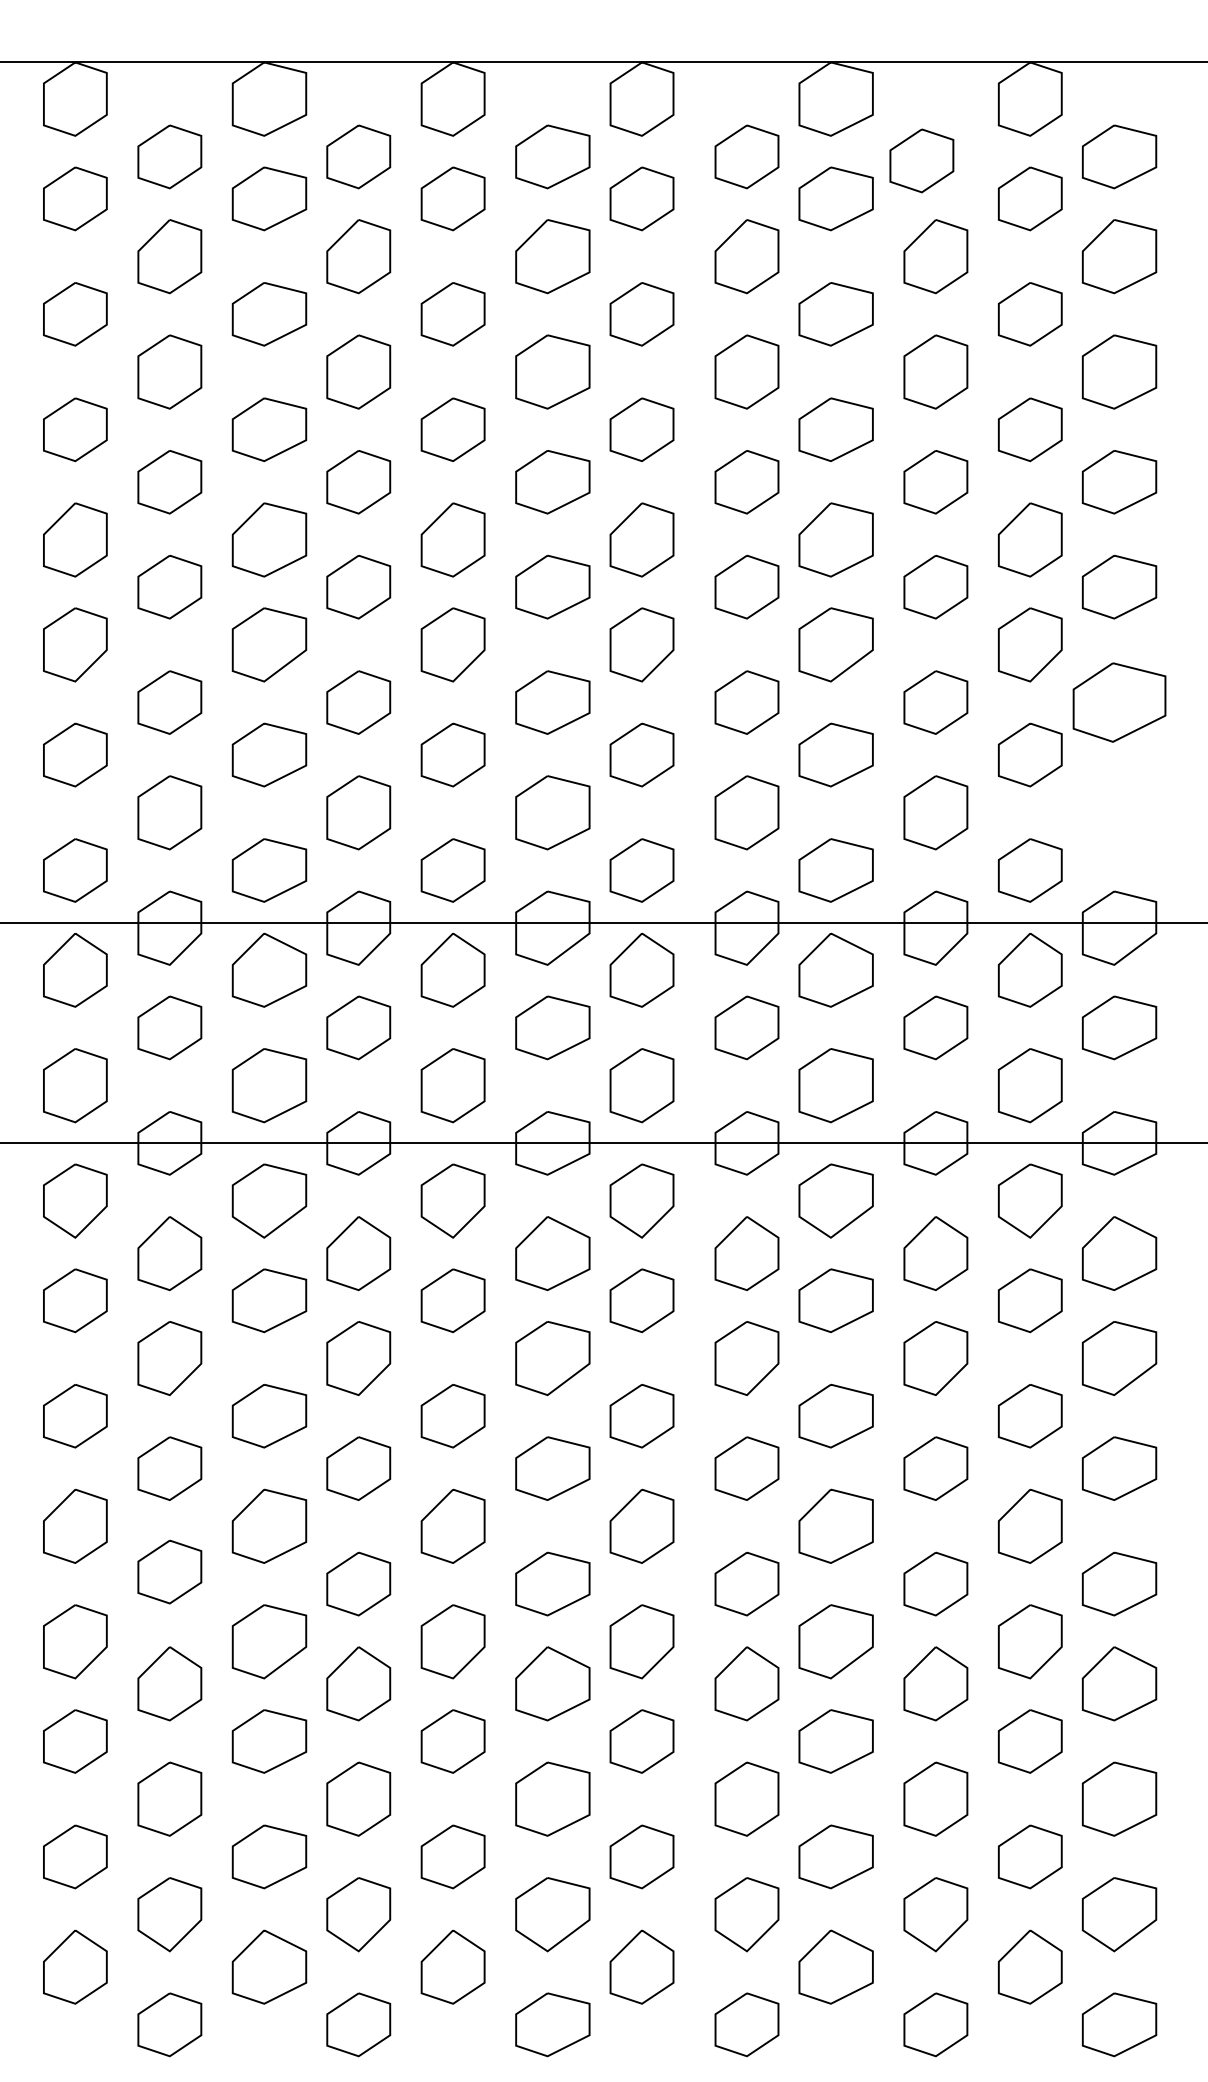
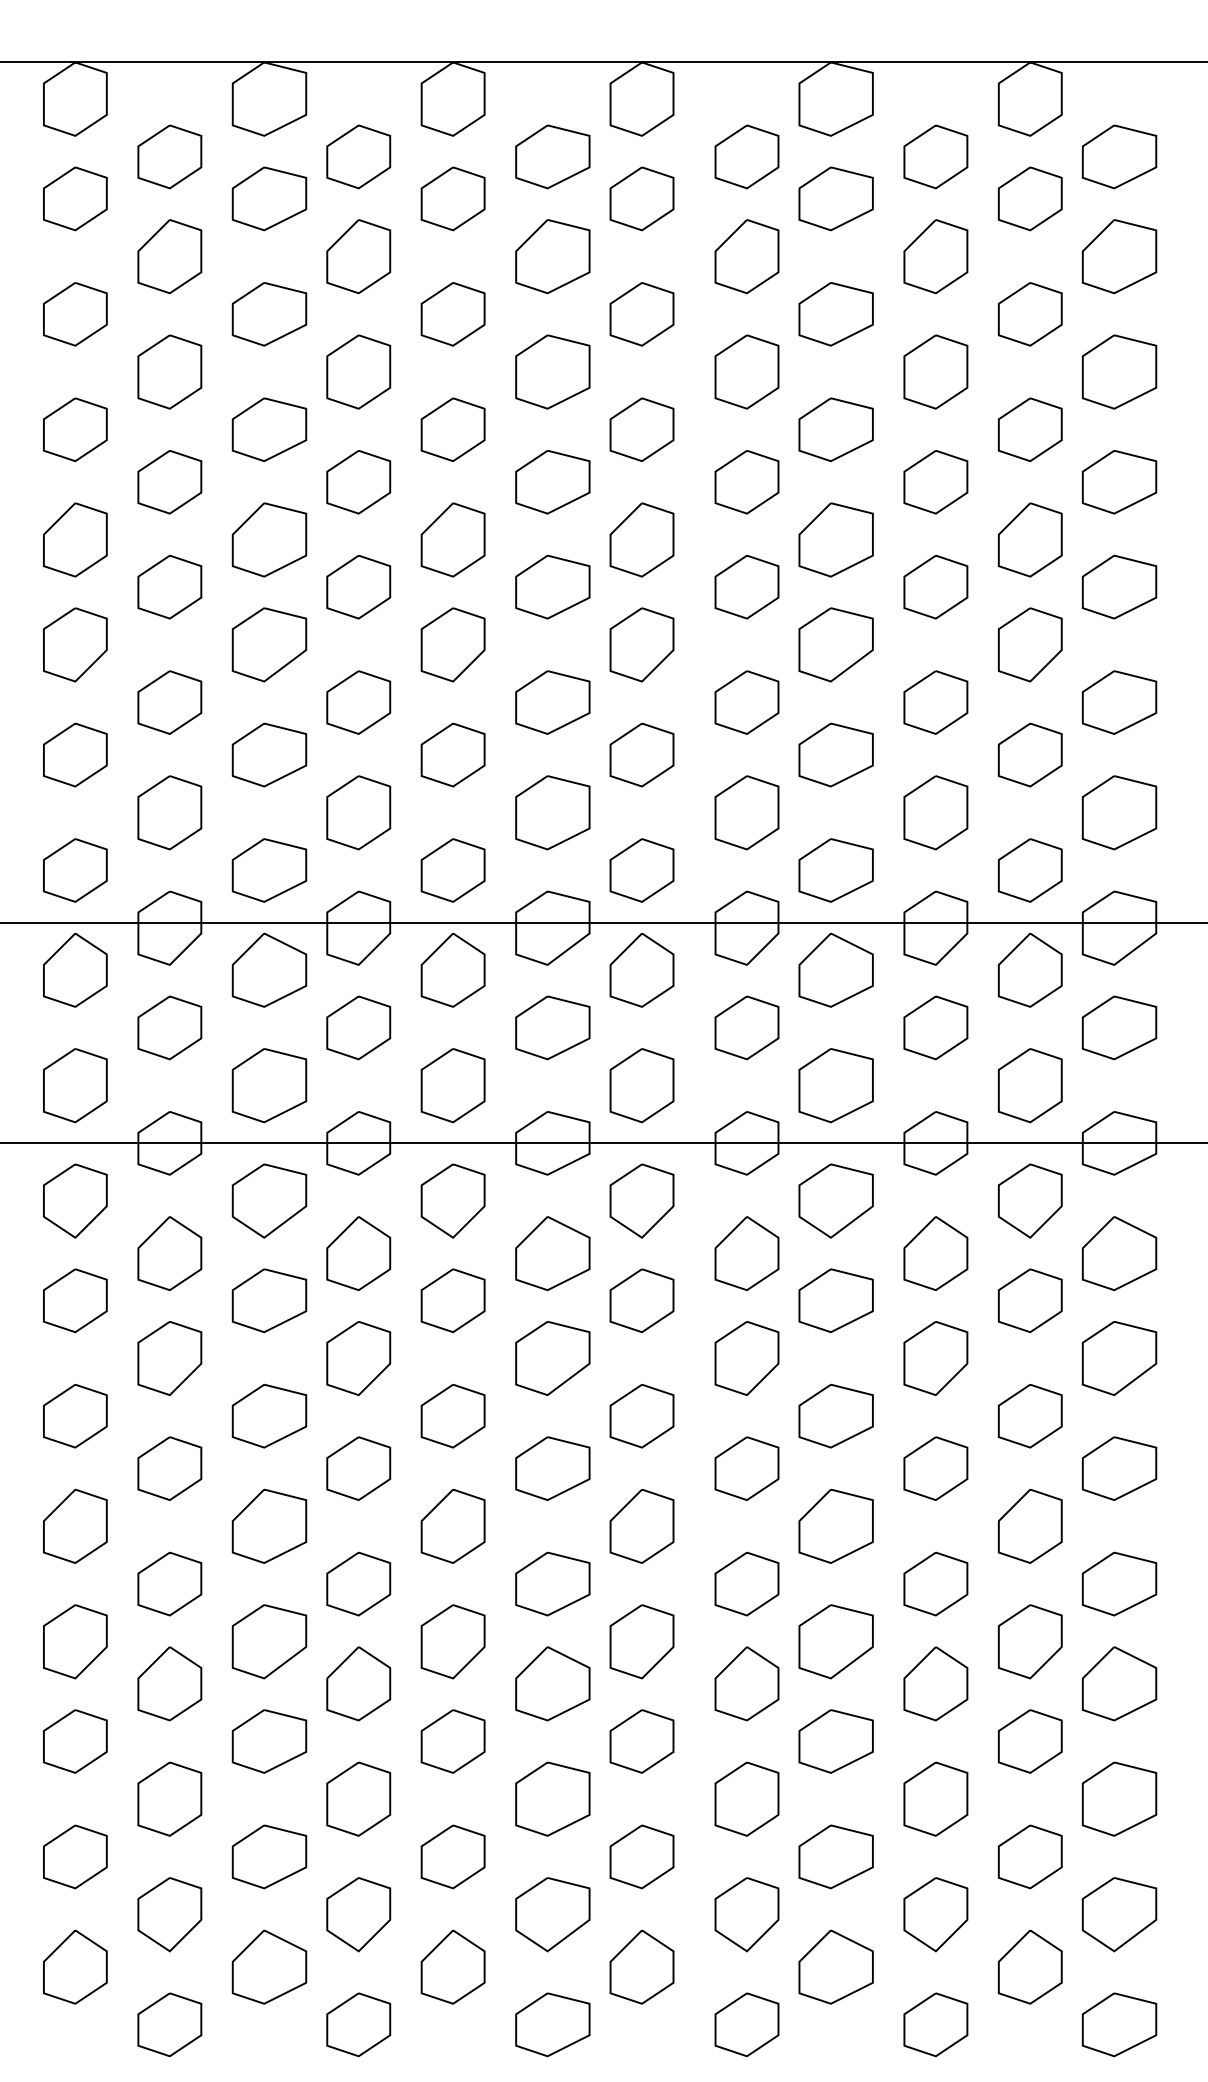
part at (921, 160) position: (921, 160) -> (935, 156)
part at (1119, 702) size: 95x81 px -> 77x65 px
part at (1119, 812): none -> present
part at (169, 1571) position: (169, 1571) -> (169, 1583)
